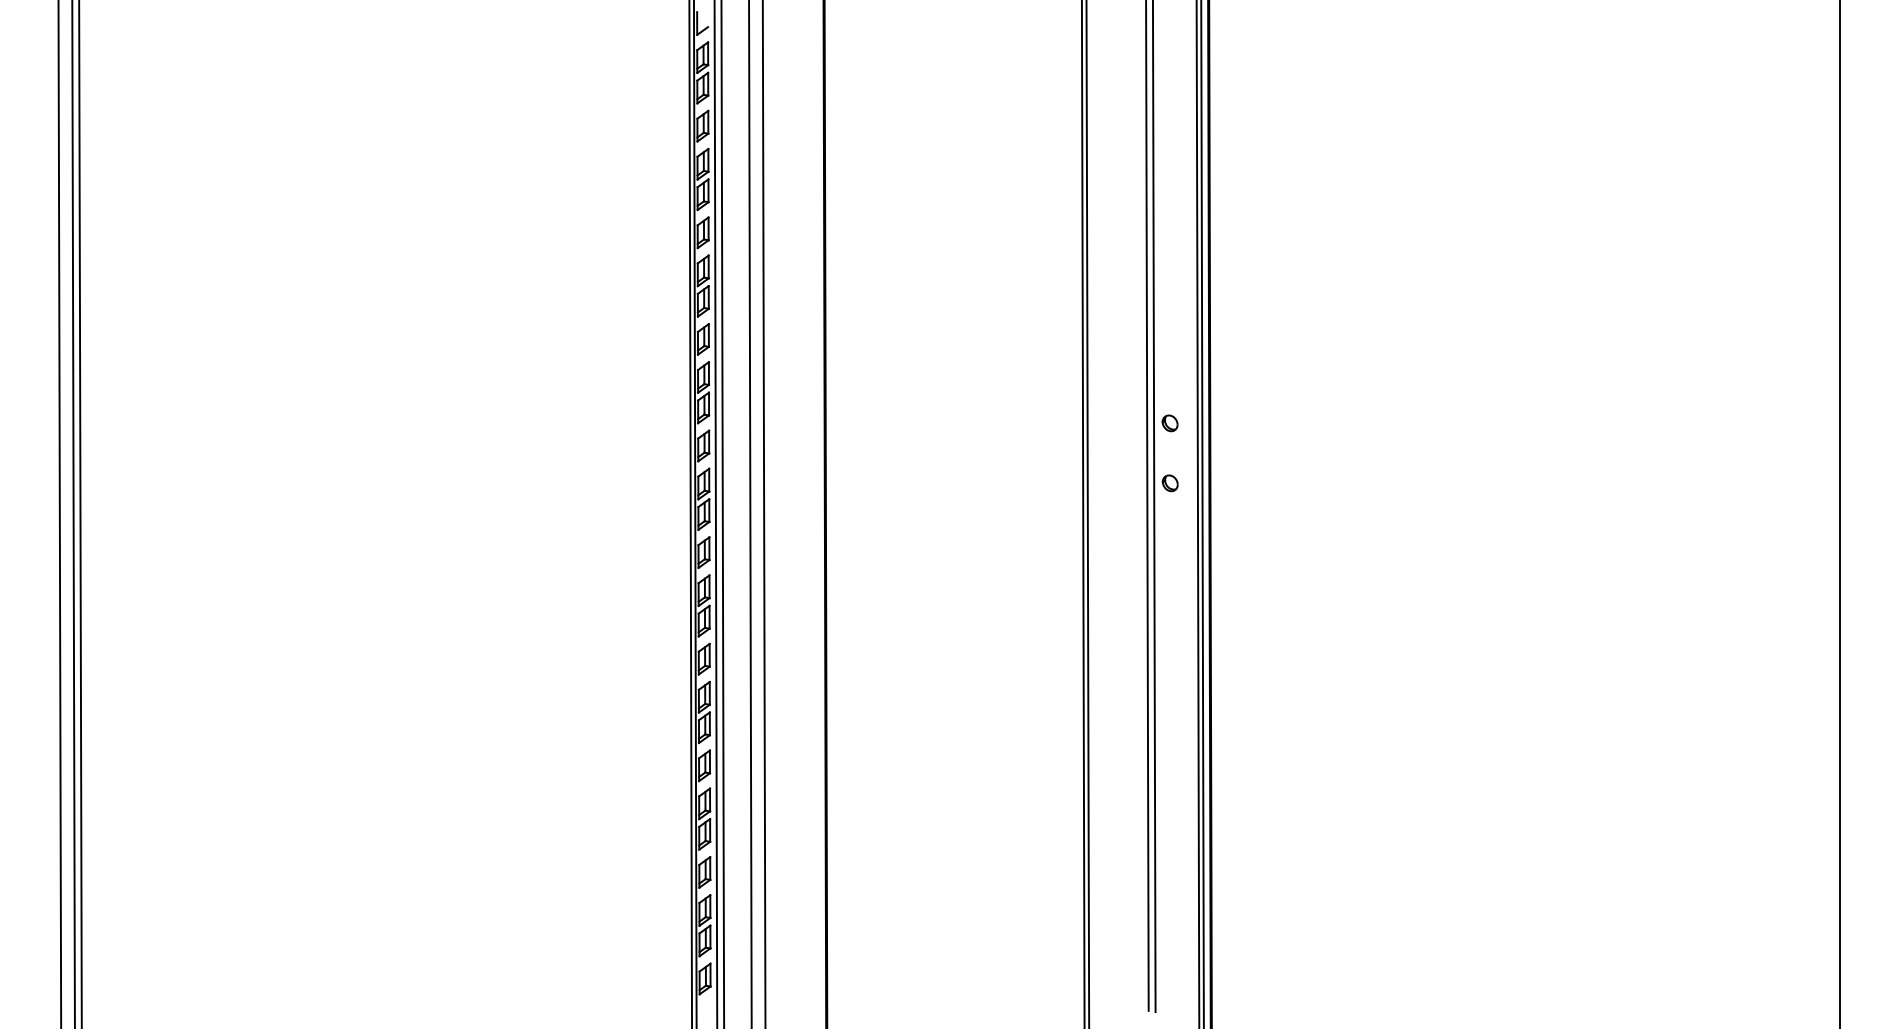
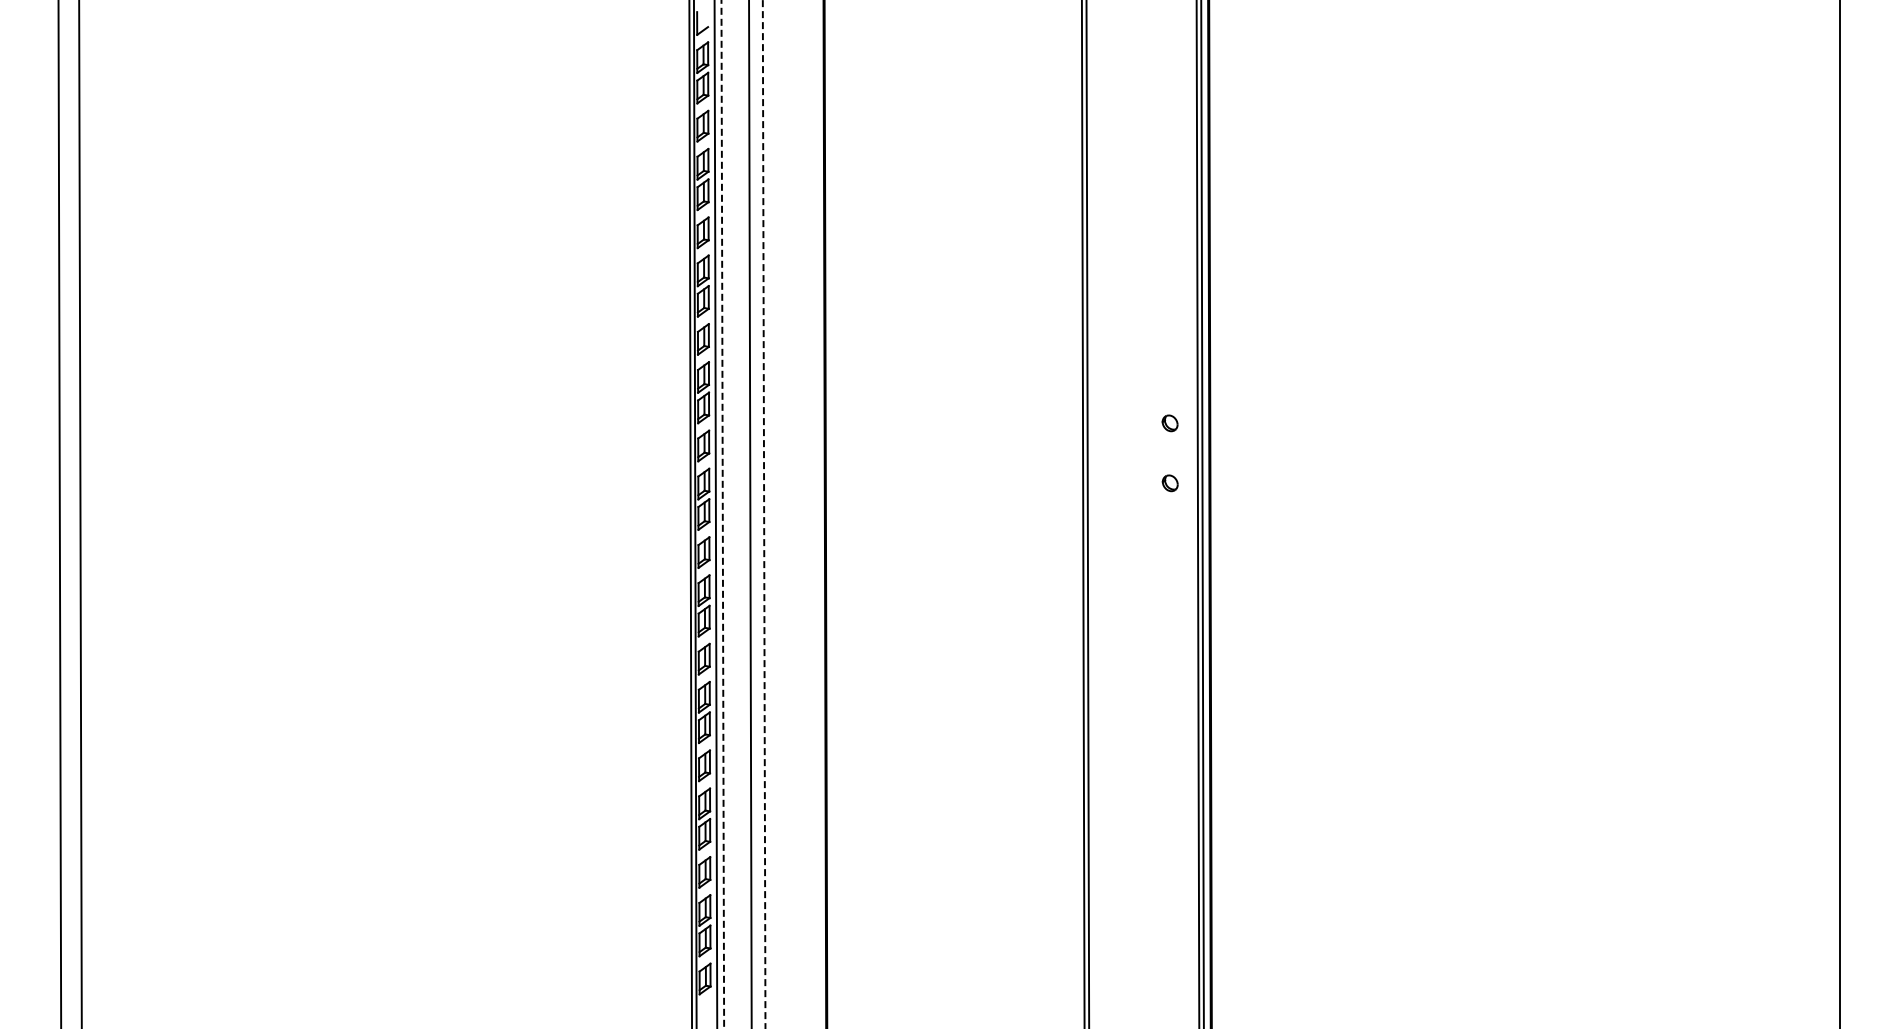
line at (1147, 506): present -> none
line at (1153, 507): present -> none
line at (73, 513): present -> none
line at (722, 514): solid -> dashed
line at (764, 514): solid -> dashed
